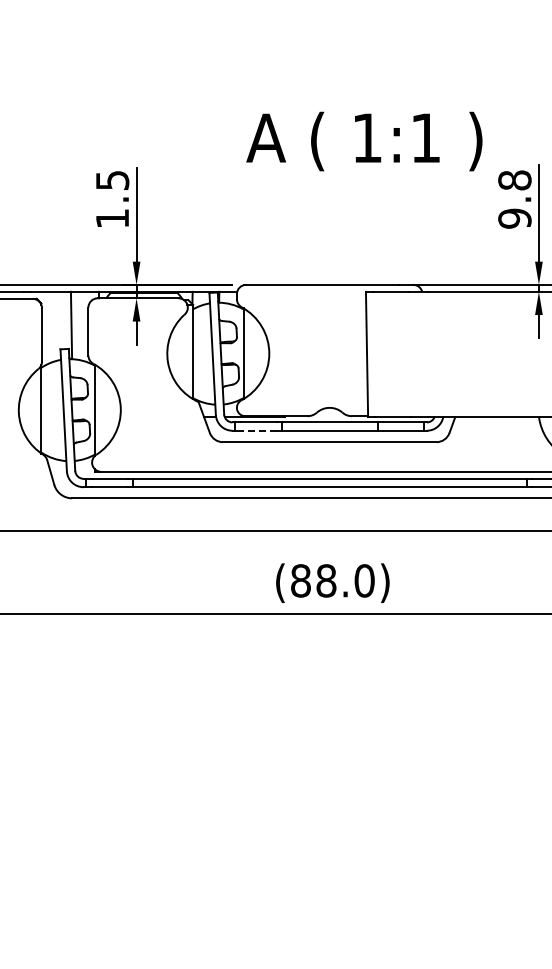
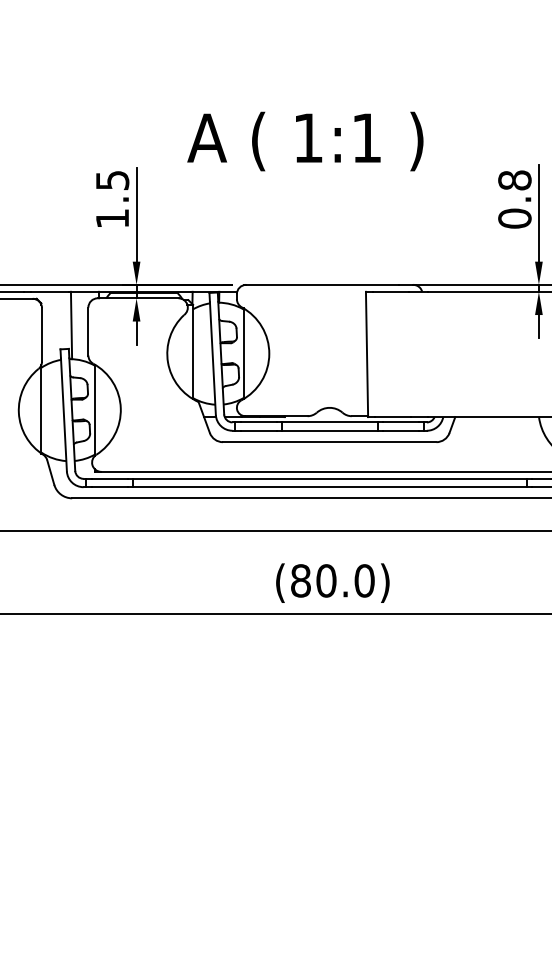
text at (364, 141) position: (364, 141) -> (305, 141)
text at (514, 218): 9.8 -> 0.8
line at (258, 430): dashed -> solid
text at (326, 580): (88.0) -> (80.0)
